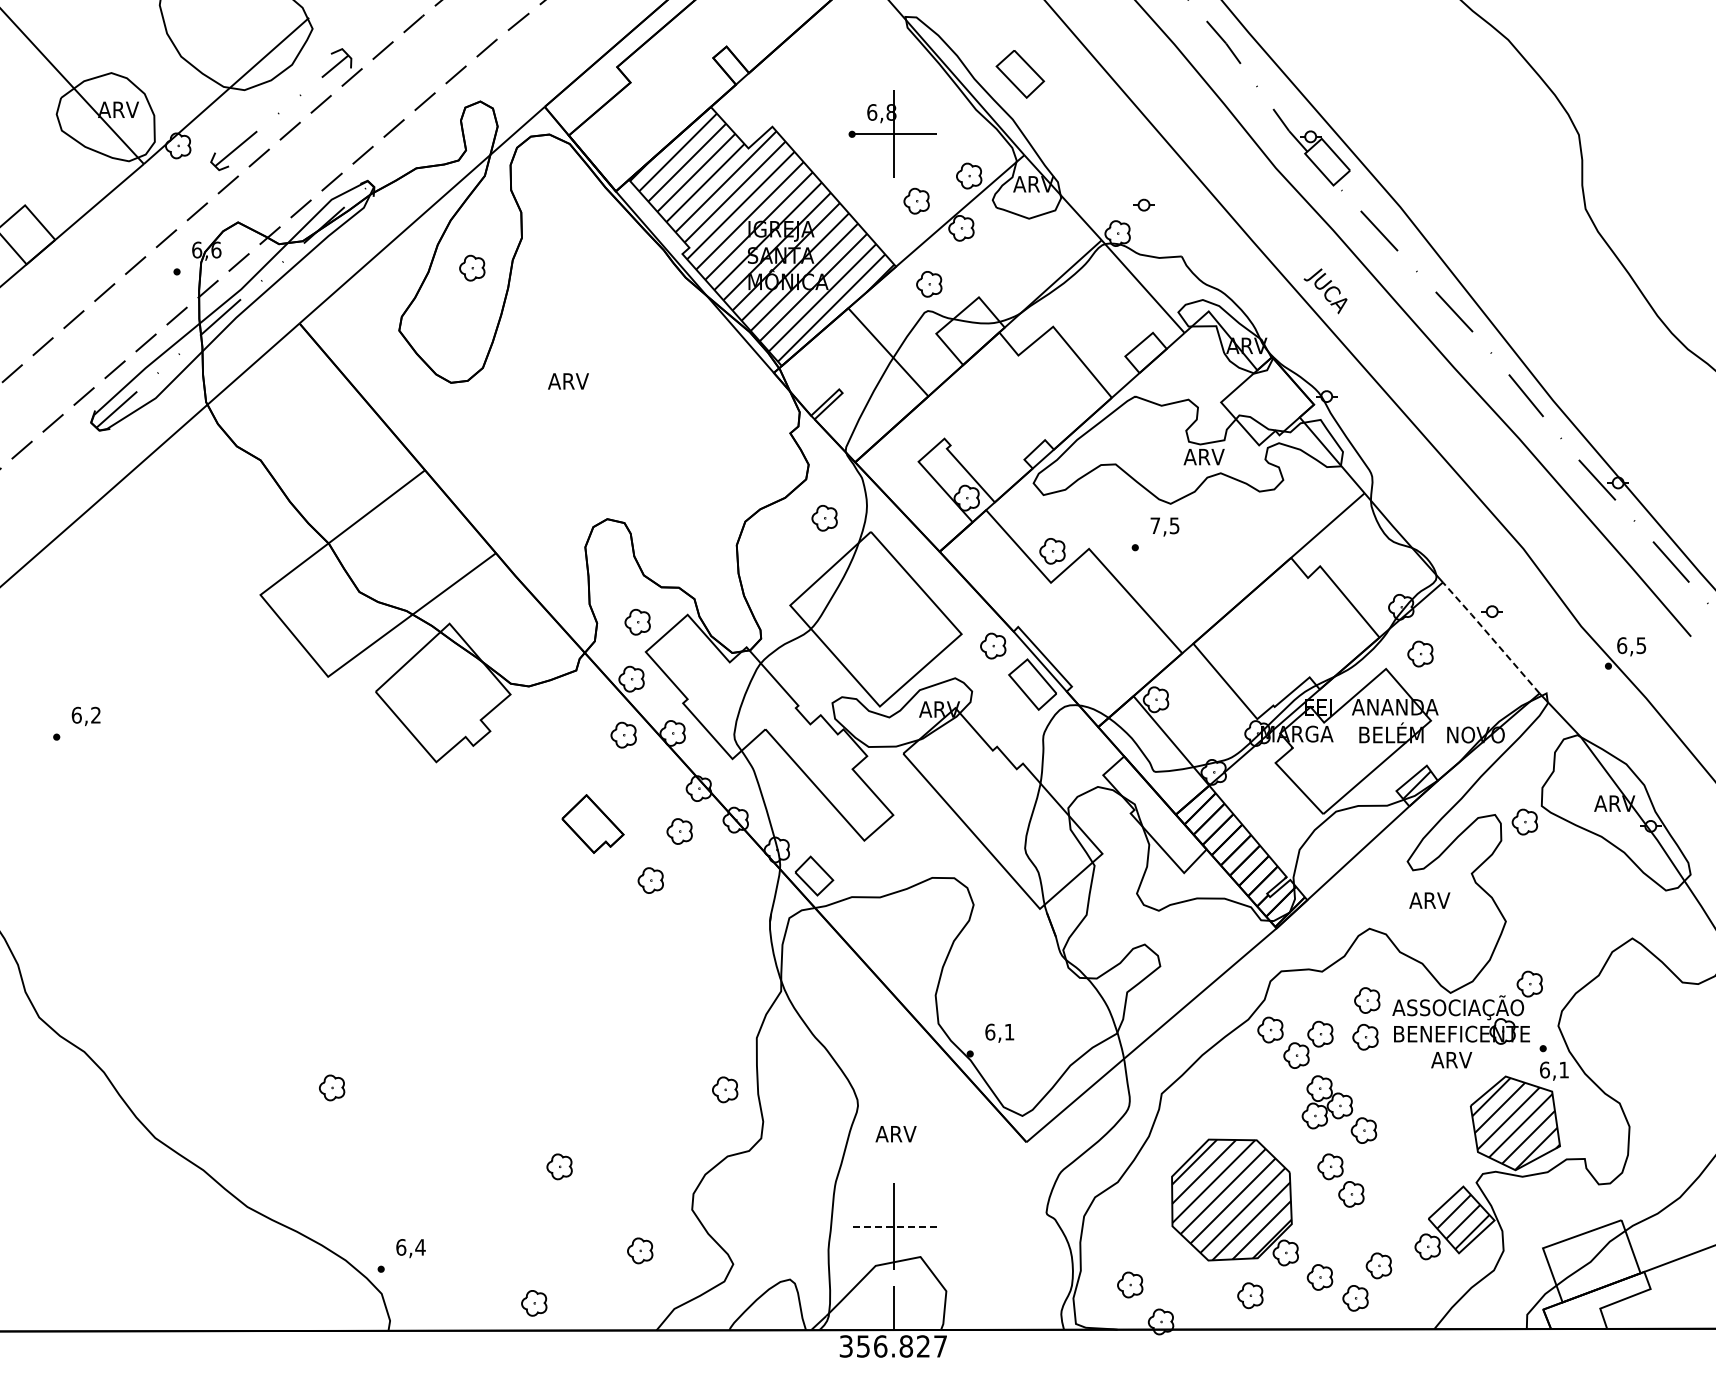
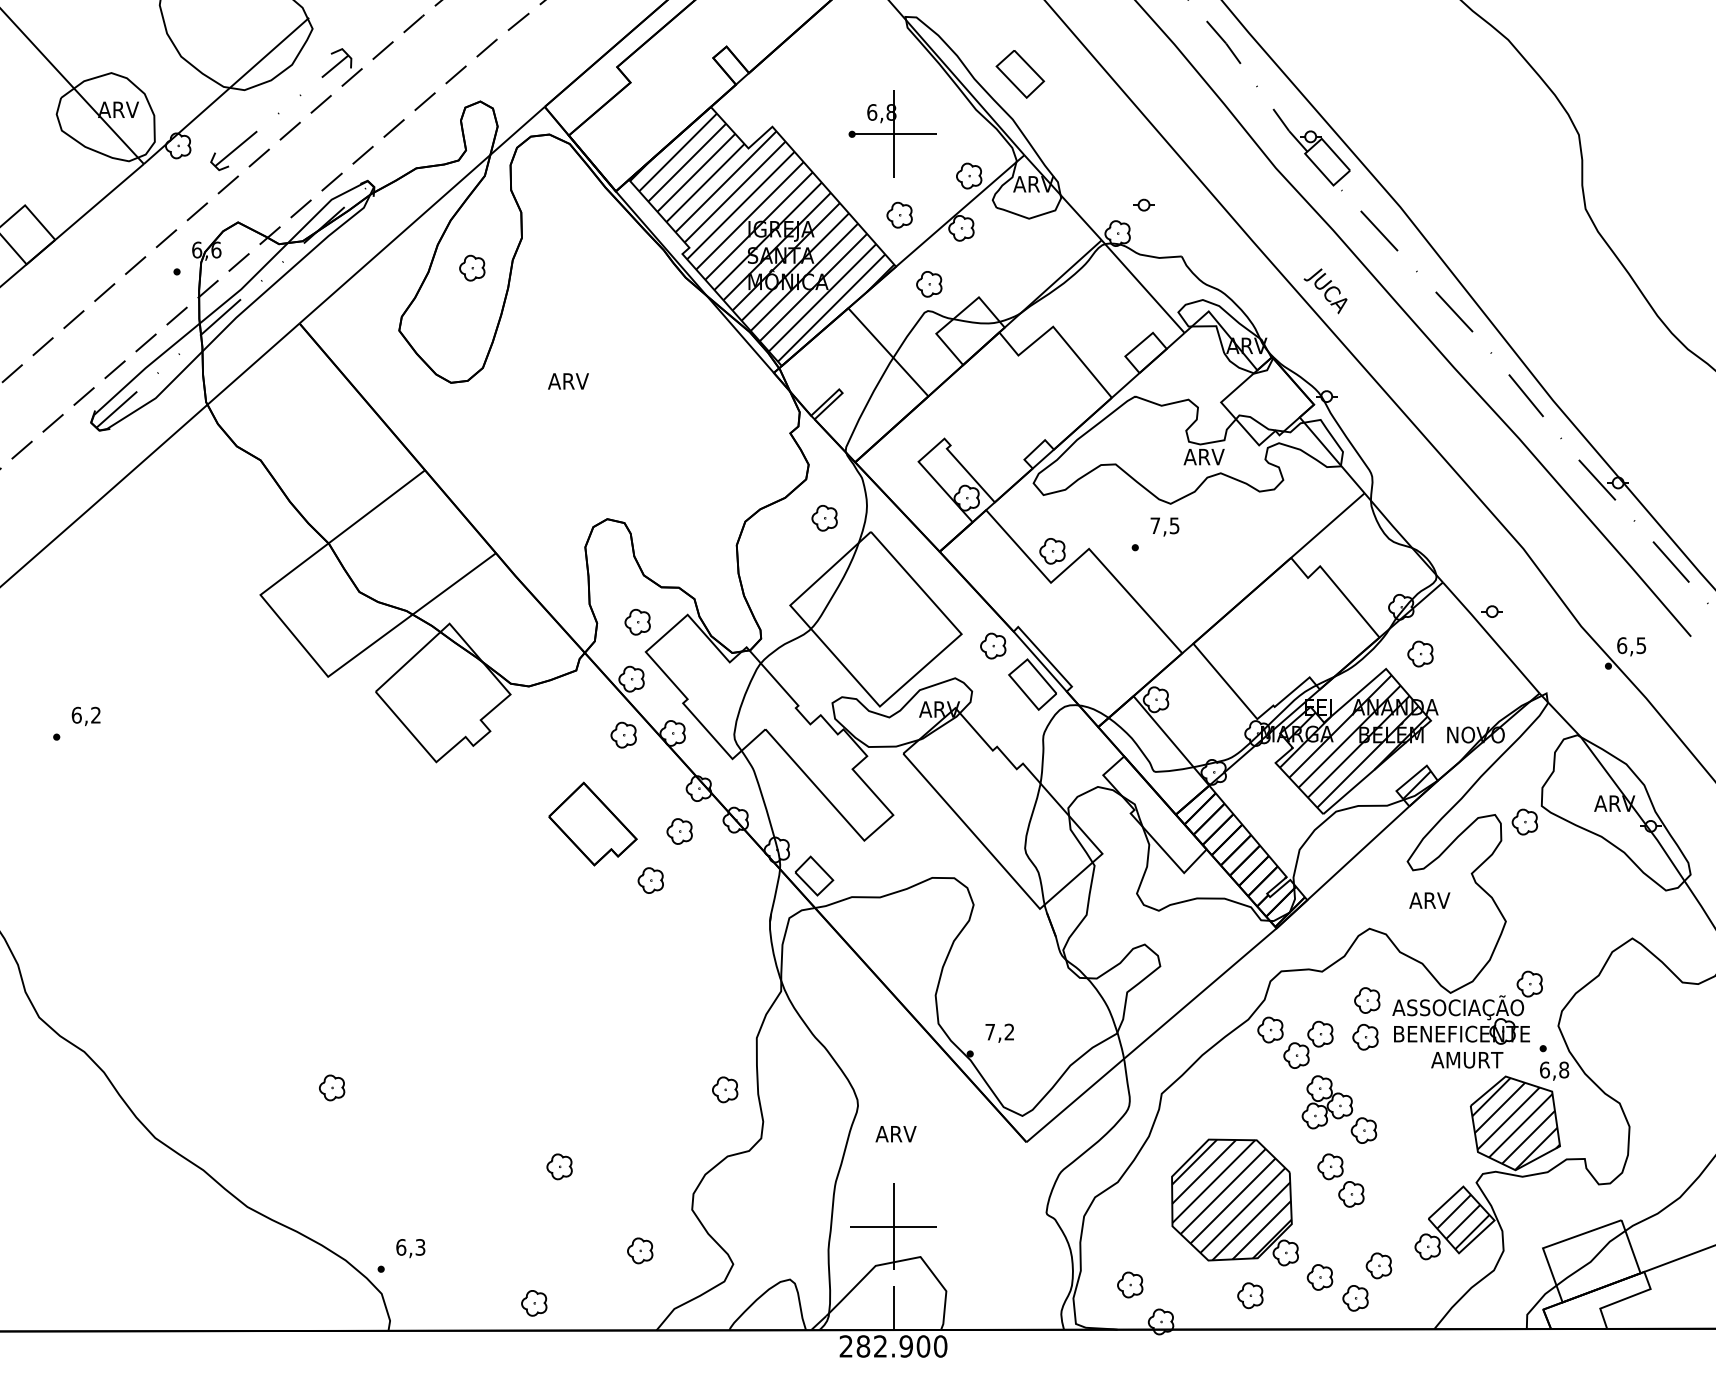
part at (916, 200) position: (916, 200) -> (899, 214)
line at (1491, 637): dashed -> solid
hatch at (1353, 741): none -> present
part at (592, 823) size: 64x60 px -> 90x86 px
text at (999, 1031): 6,1 -> 7,2
text at (1475, 1060): ARV -> AMURT
text at (1564, 1069): 6,1 -> 6,8
line at (893, 1226): dashed -> solid
text at (420, 1247): 6,4 -> 6,3
text at (893, 1346): 356.827 -> 282.900
